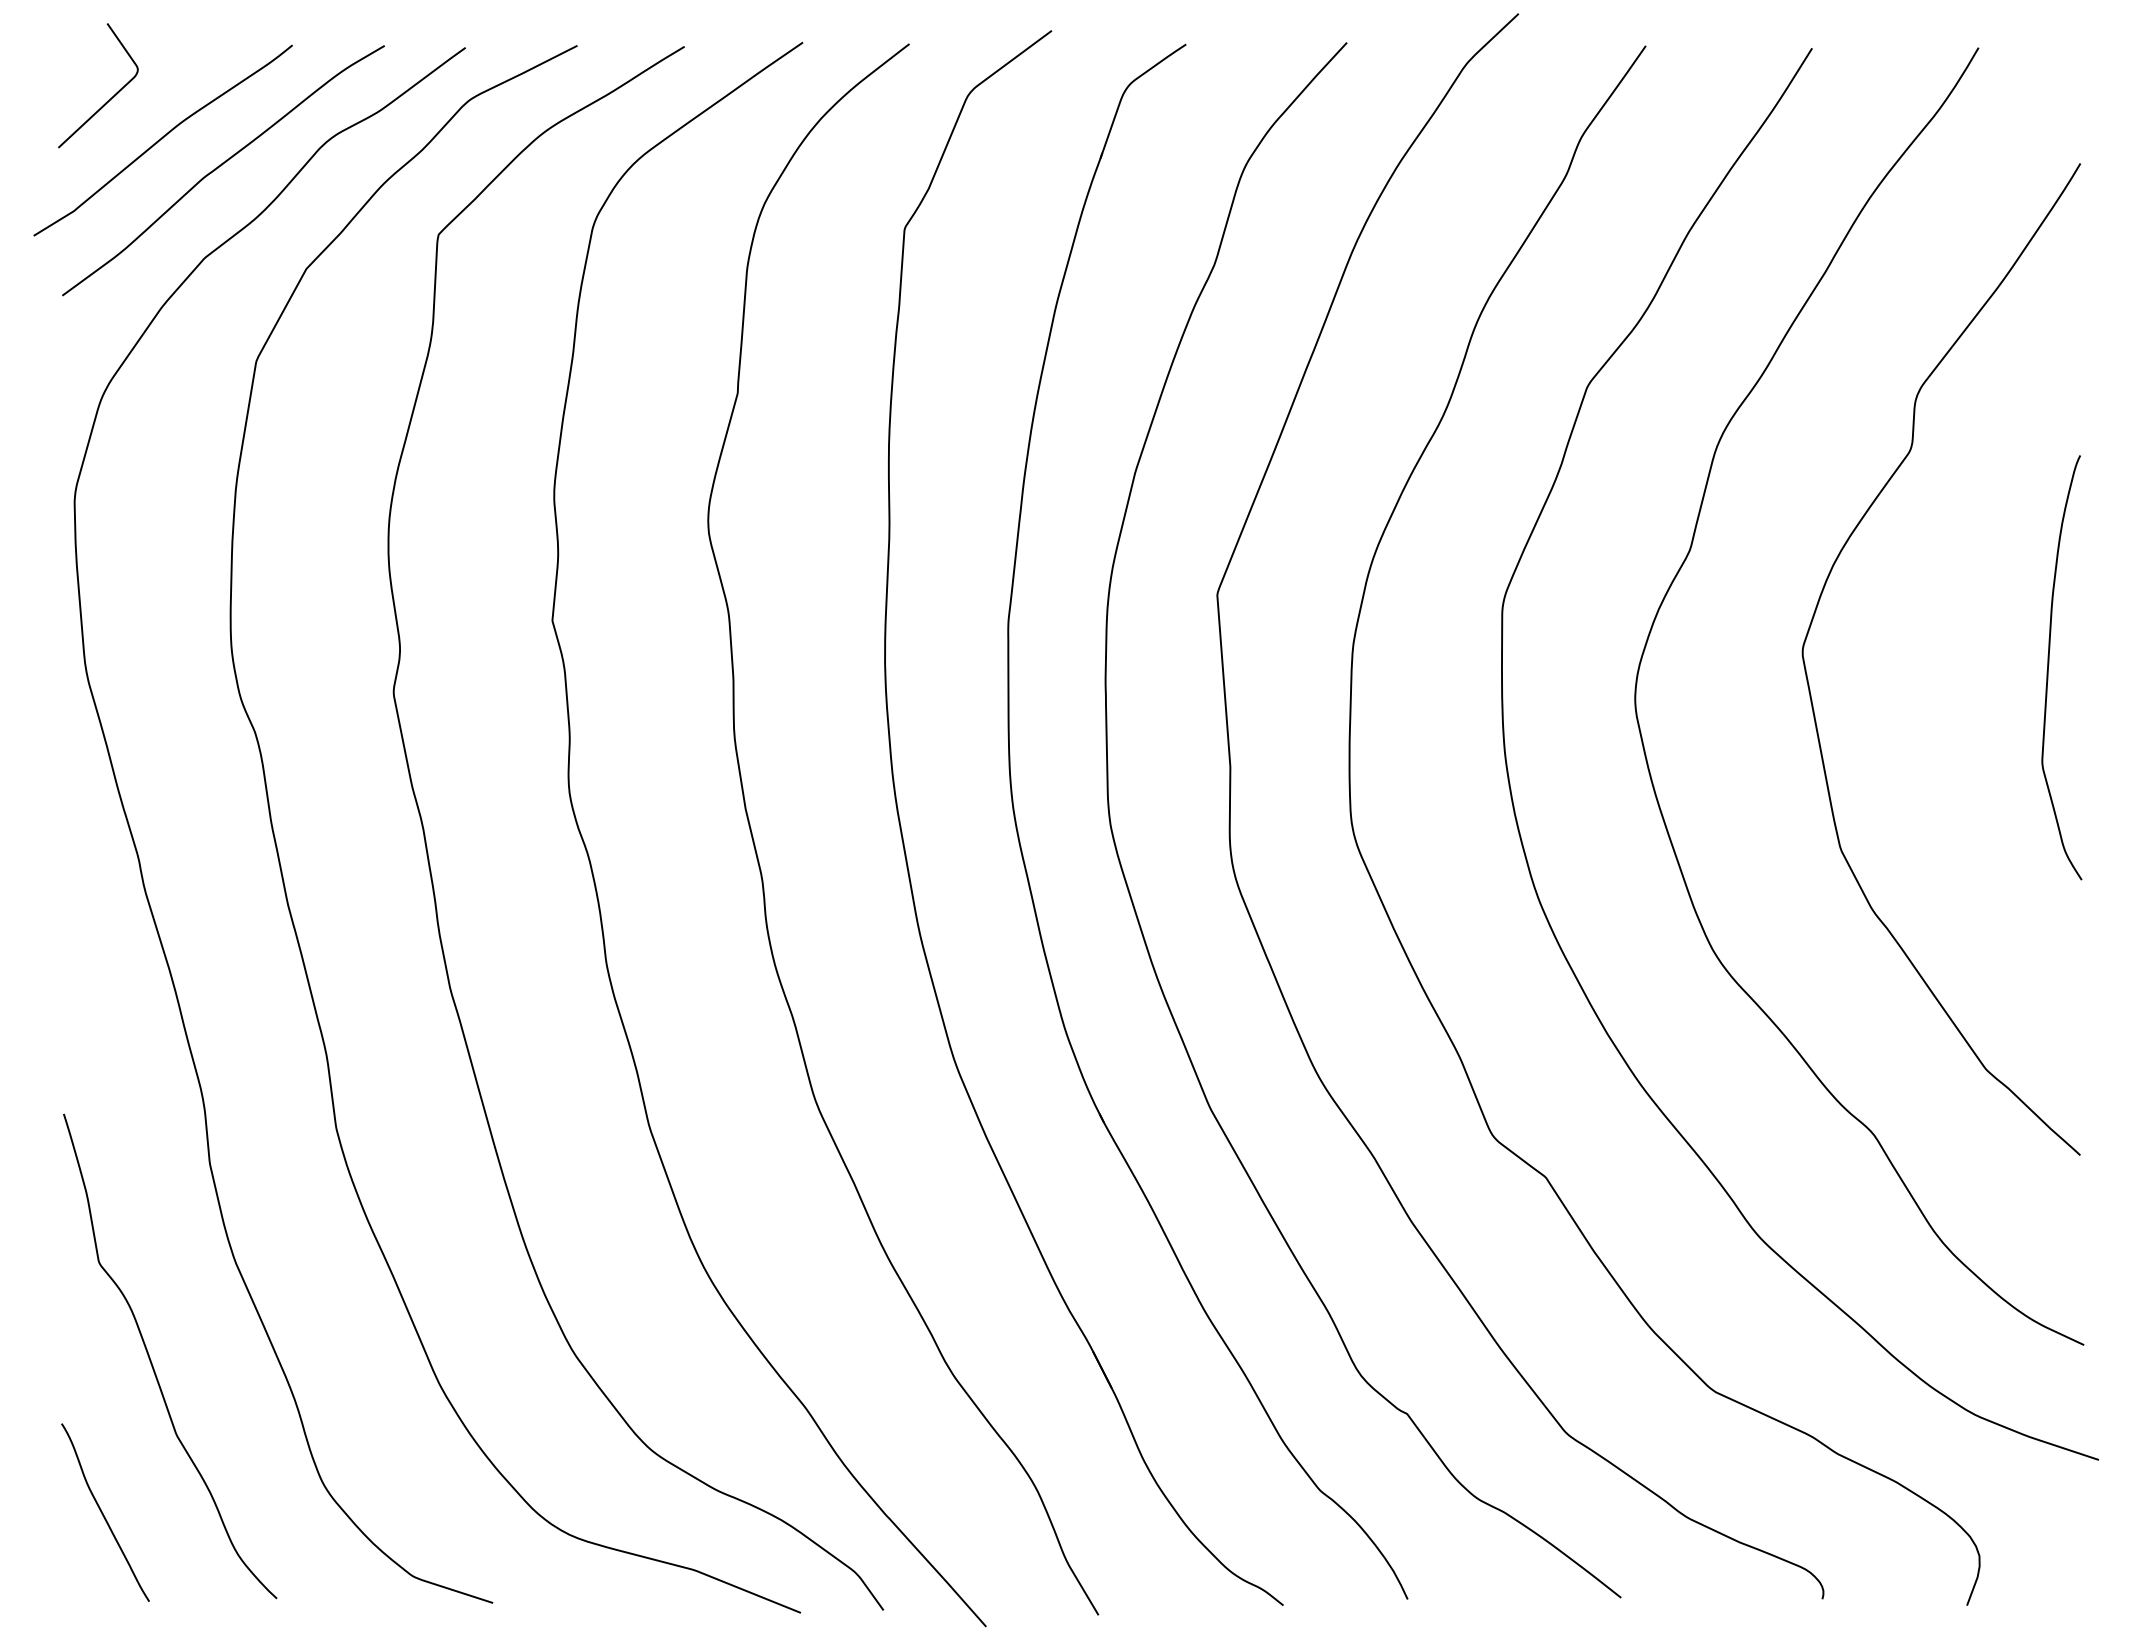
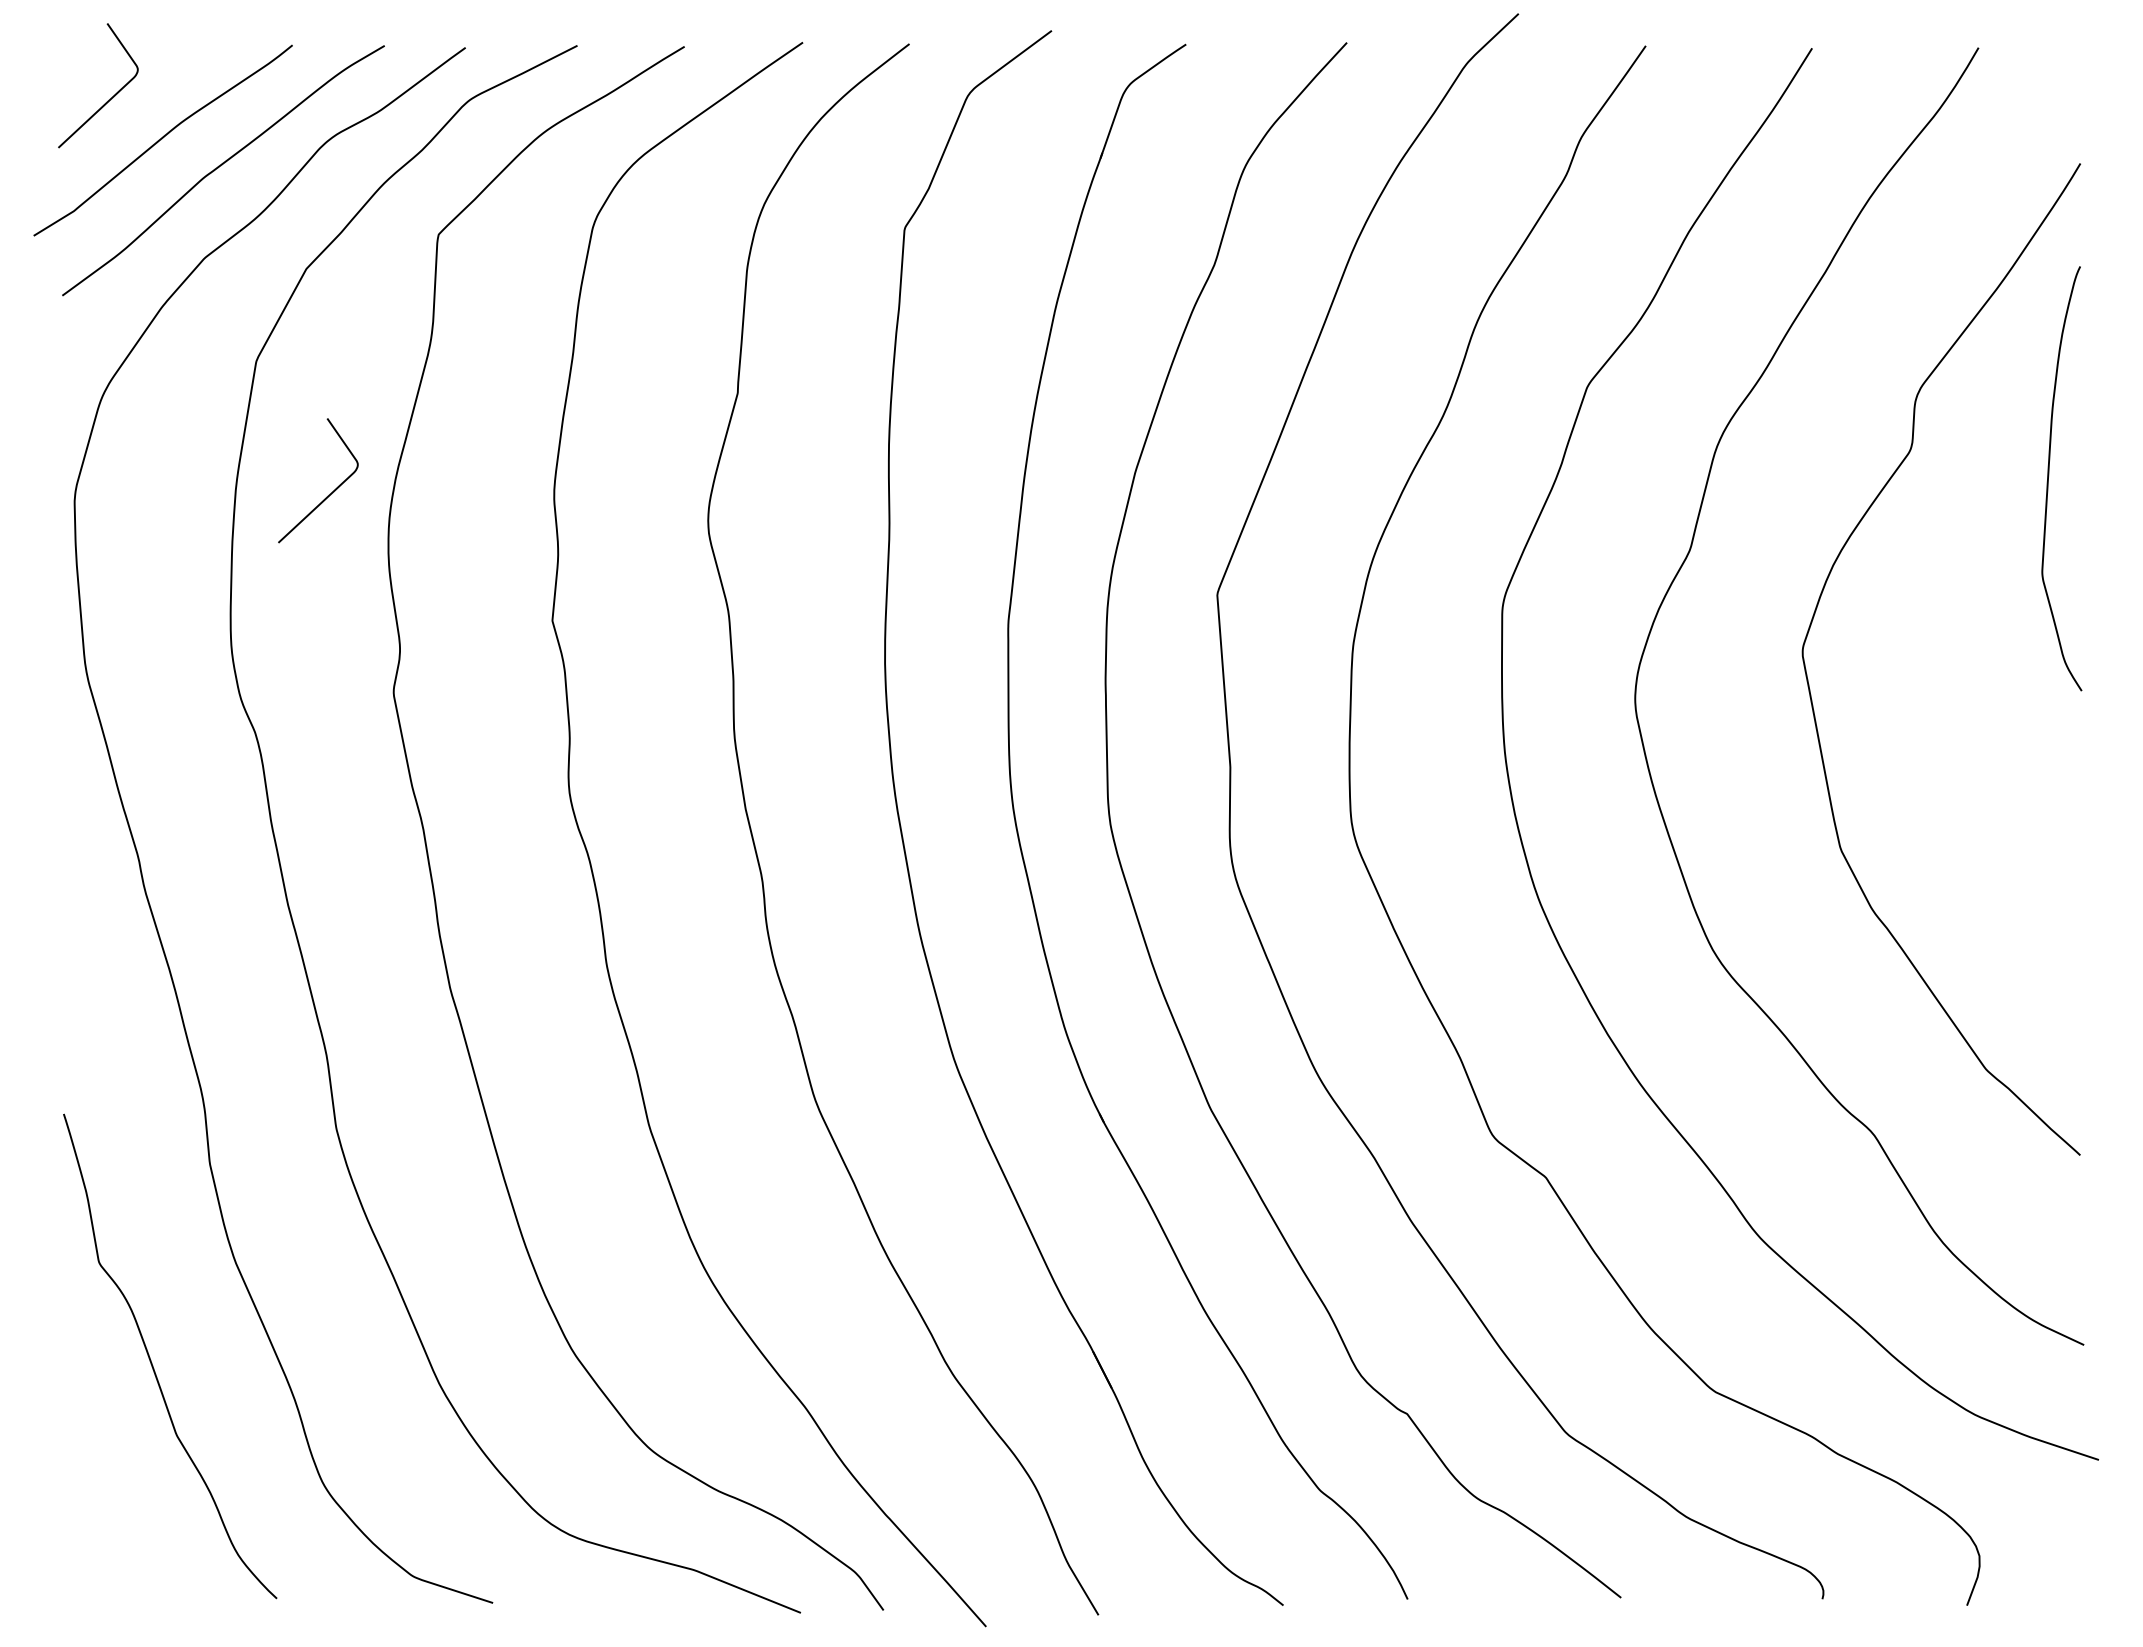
curve at (327, 495): none -> present
curve at (2049, 665) position: (2049, 665) -> (2049, 476)
curve at (103, 1513): present -> none
